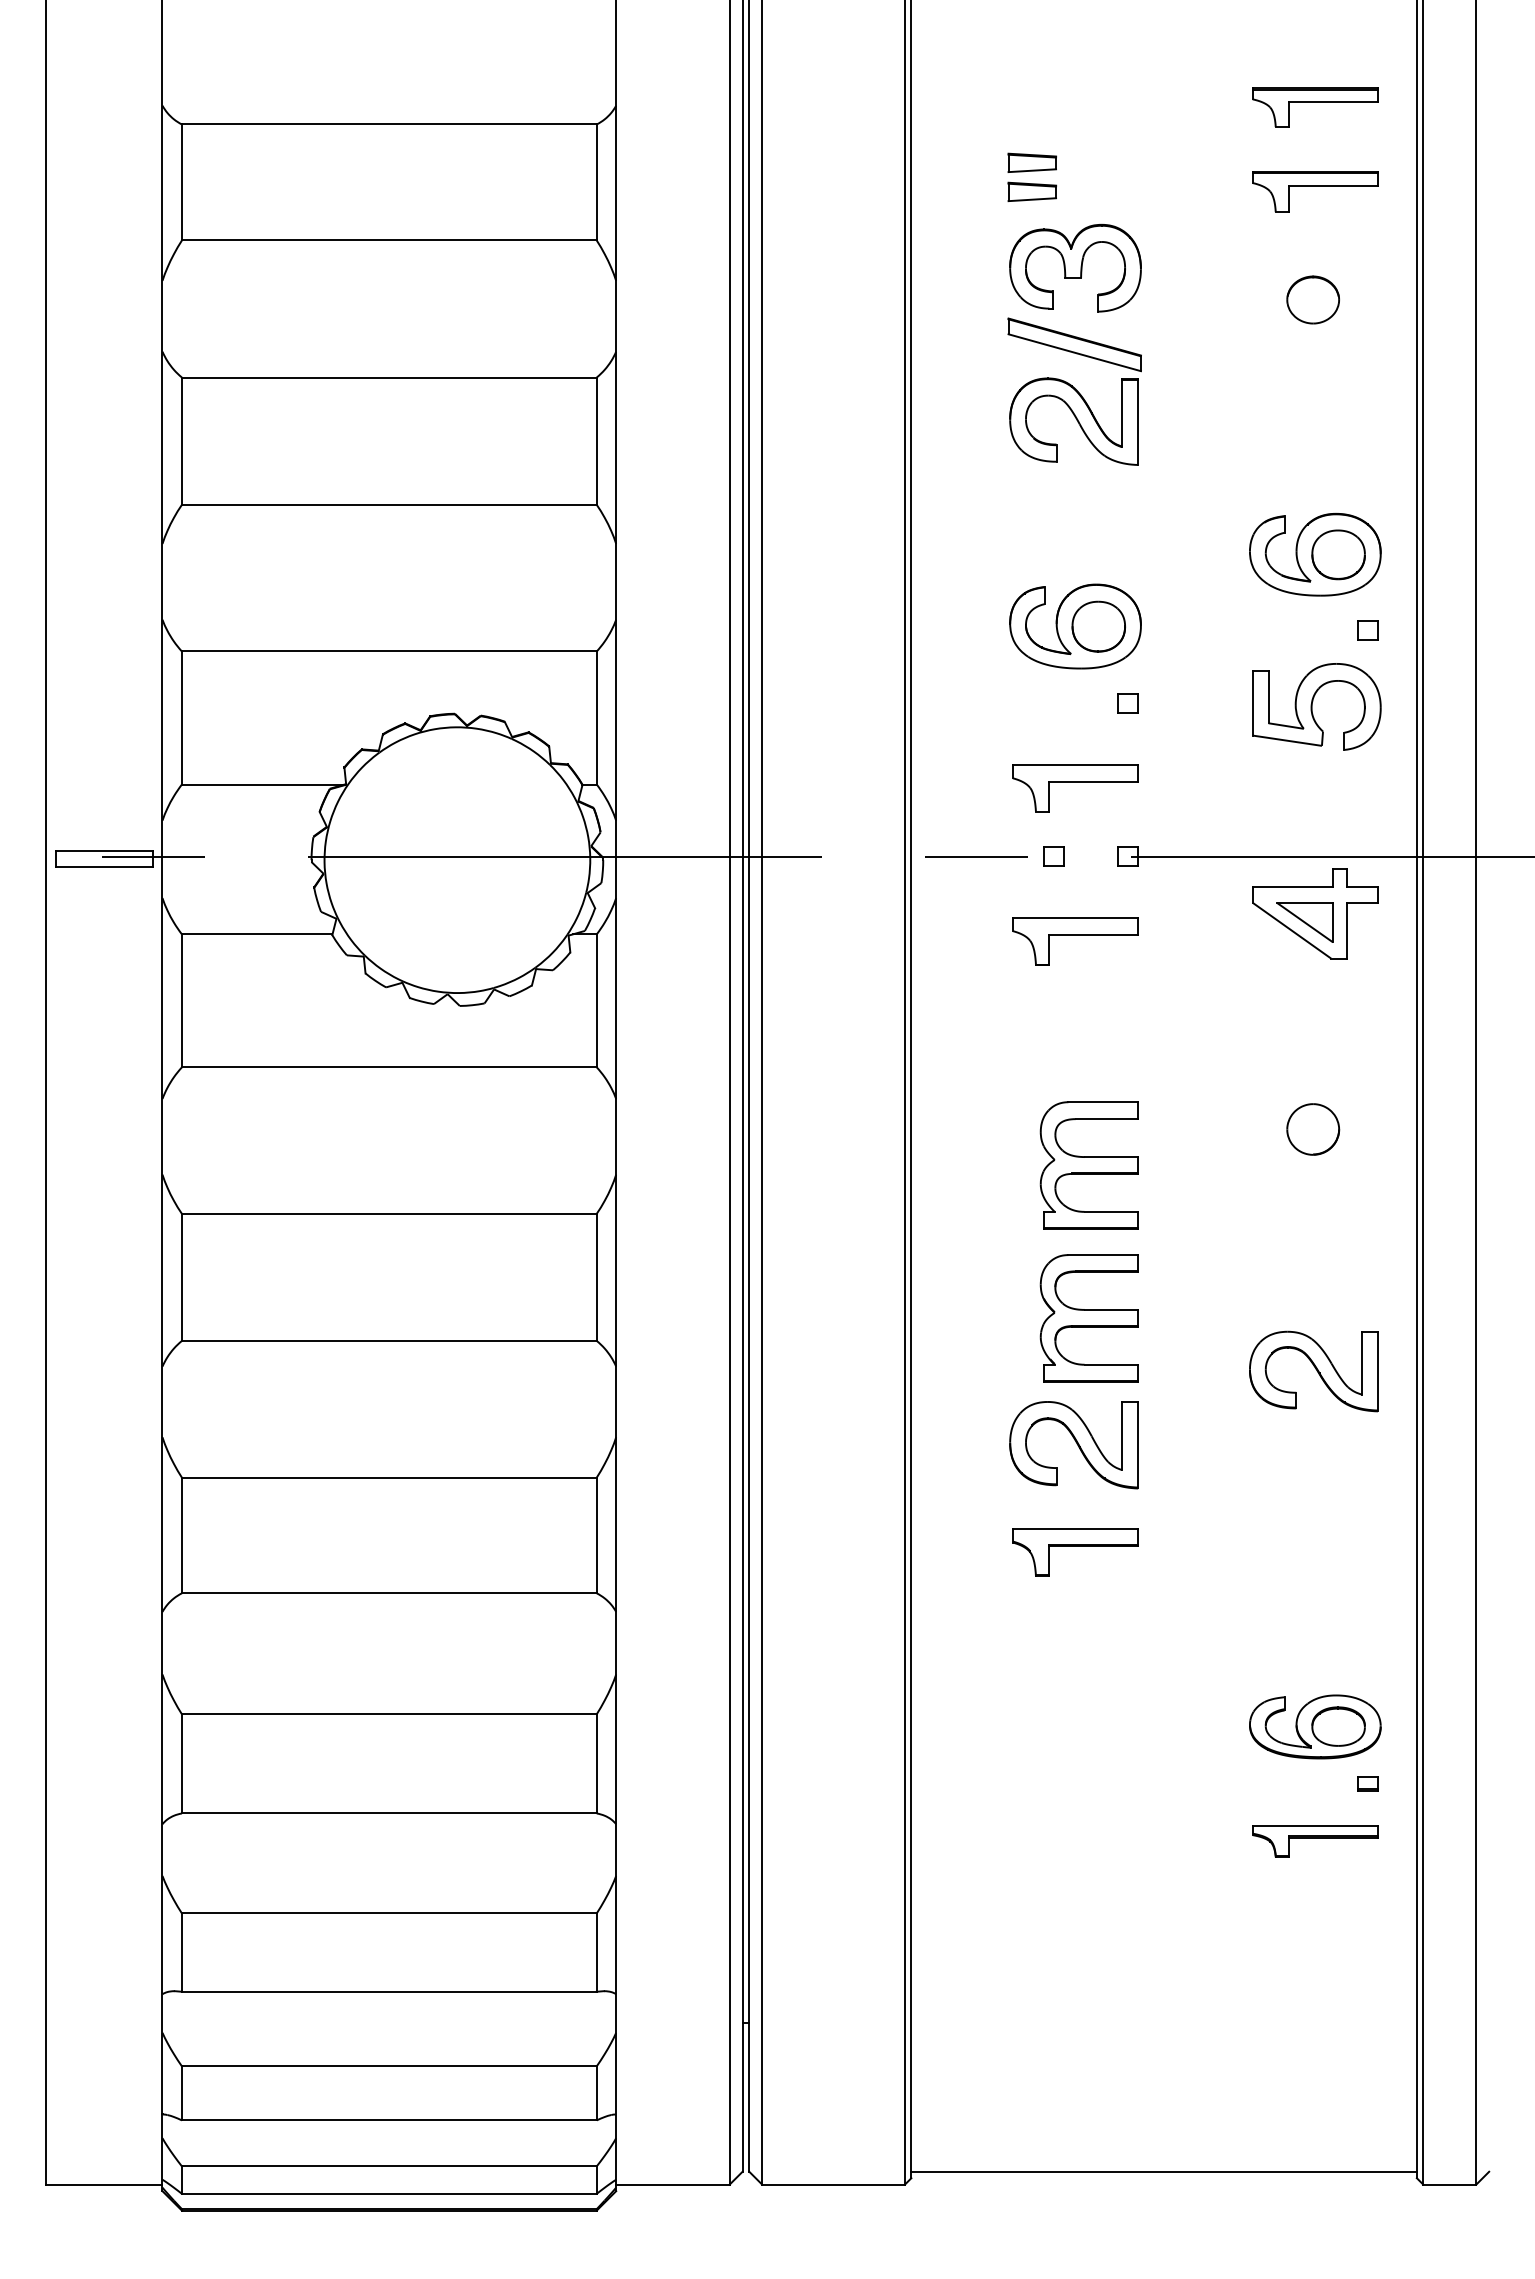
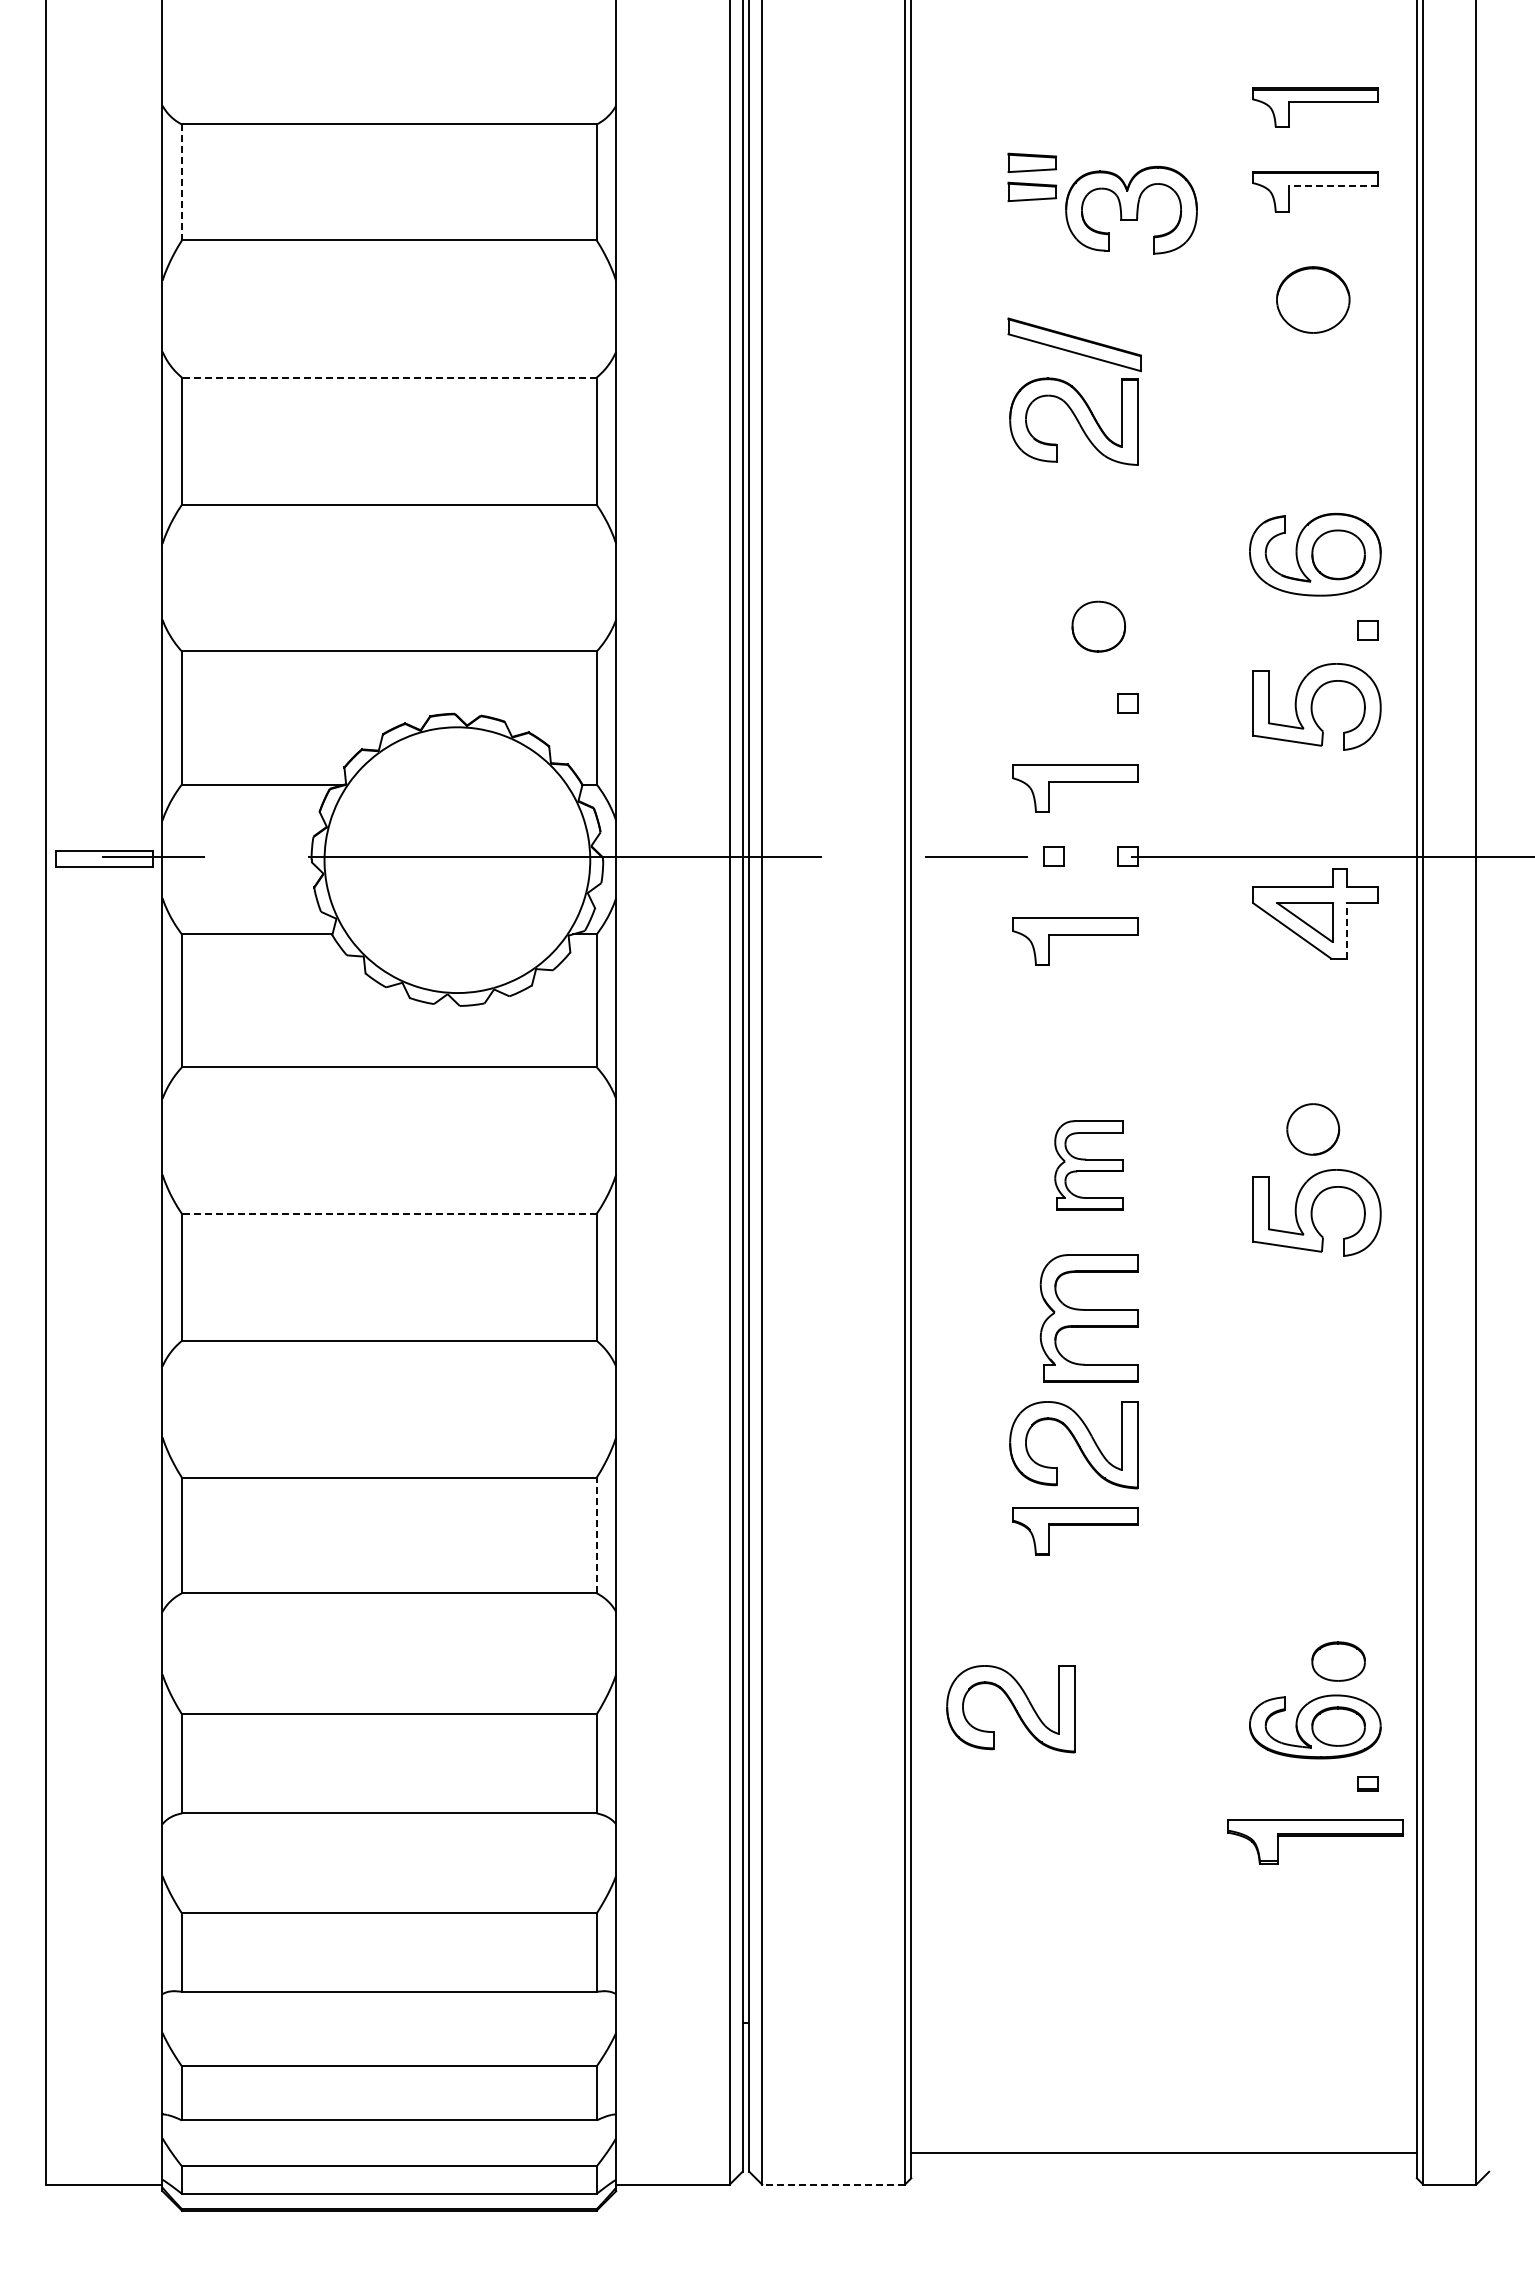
line at (181, 182): solid -> dashed
line at (1333, 186): solid -> dashed
part at (1075, 267) position: (1075, 267) -> (1131, 209)
part at (1312, 299) size: 54x50 px -> 75x68 px
line at (388, 377): solid -> dashed
part at (1075, 626): present -> none
line at (1347, 930): solid -> dashed
part at (1088, 1165) size: 100x129 px -> 70x91 px
part at (1316, 1212): none -> present
line at (388, 1213): solid -> dashed
part at (1313, 1371): present -> none
line at (596, 1535): solid -> dashed
part at (1075, 1552) position: (1075, 1552) -> (1075, 1531)
part at (1338, 1661): none -> present
part at (1010, 1709): none -> present
part at (1315, 1841) size: 127x33 px -> 177x46 px
line at (1163, 2171) position: (1163, 2171) -> (1163, 2152)
line at (833, 2184): solid -> dashed
